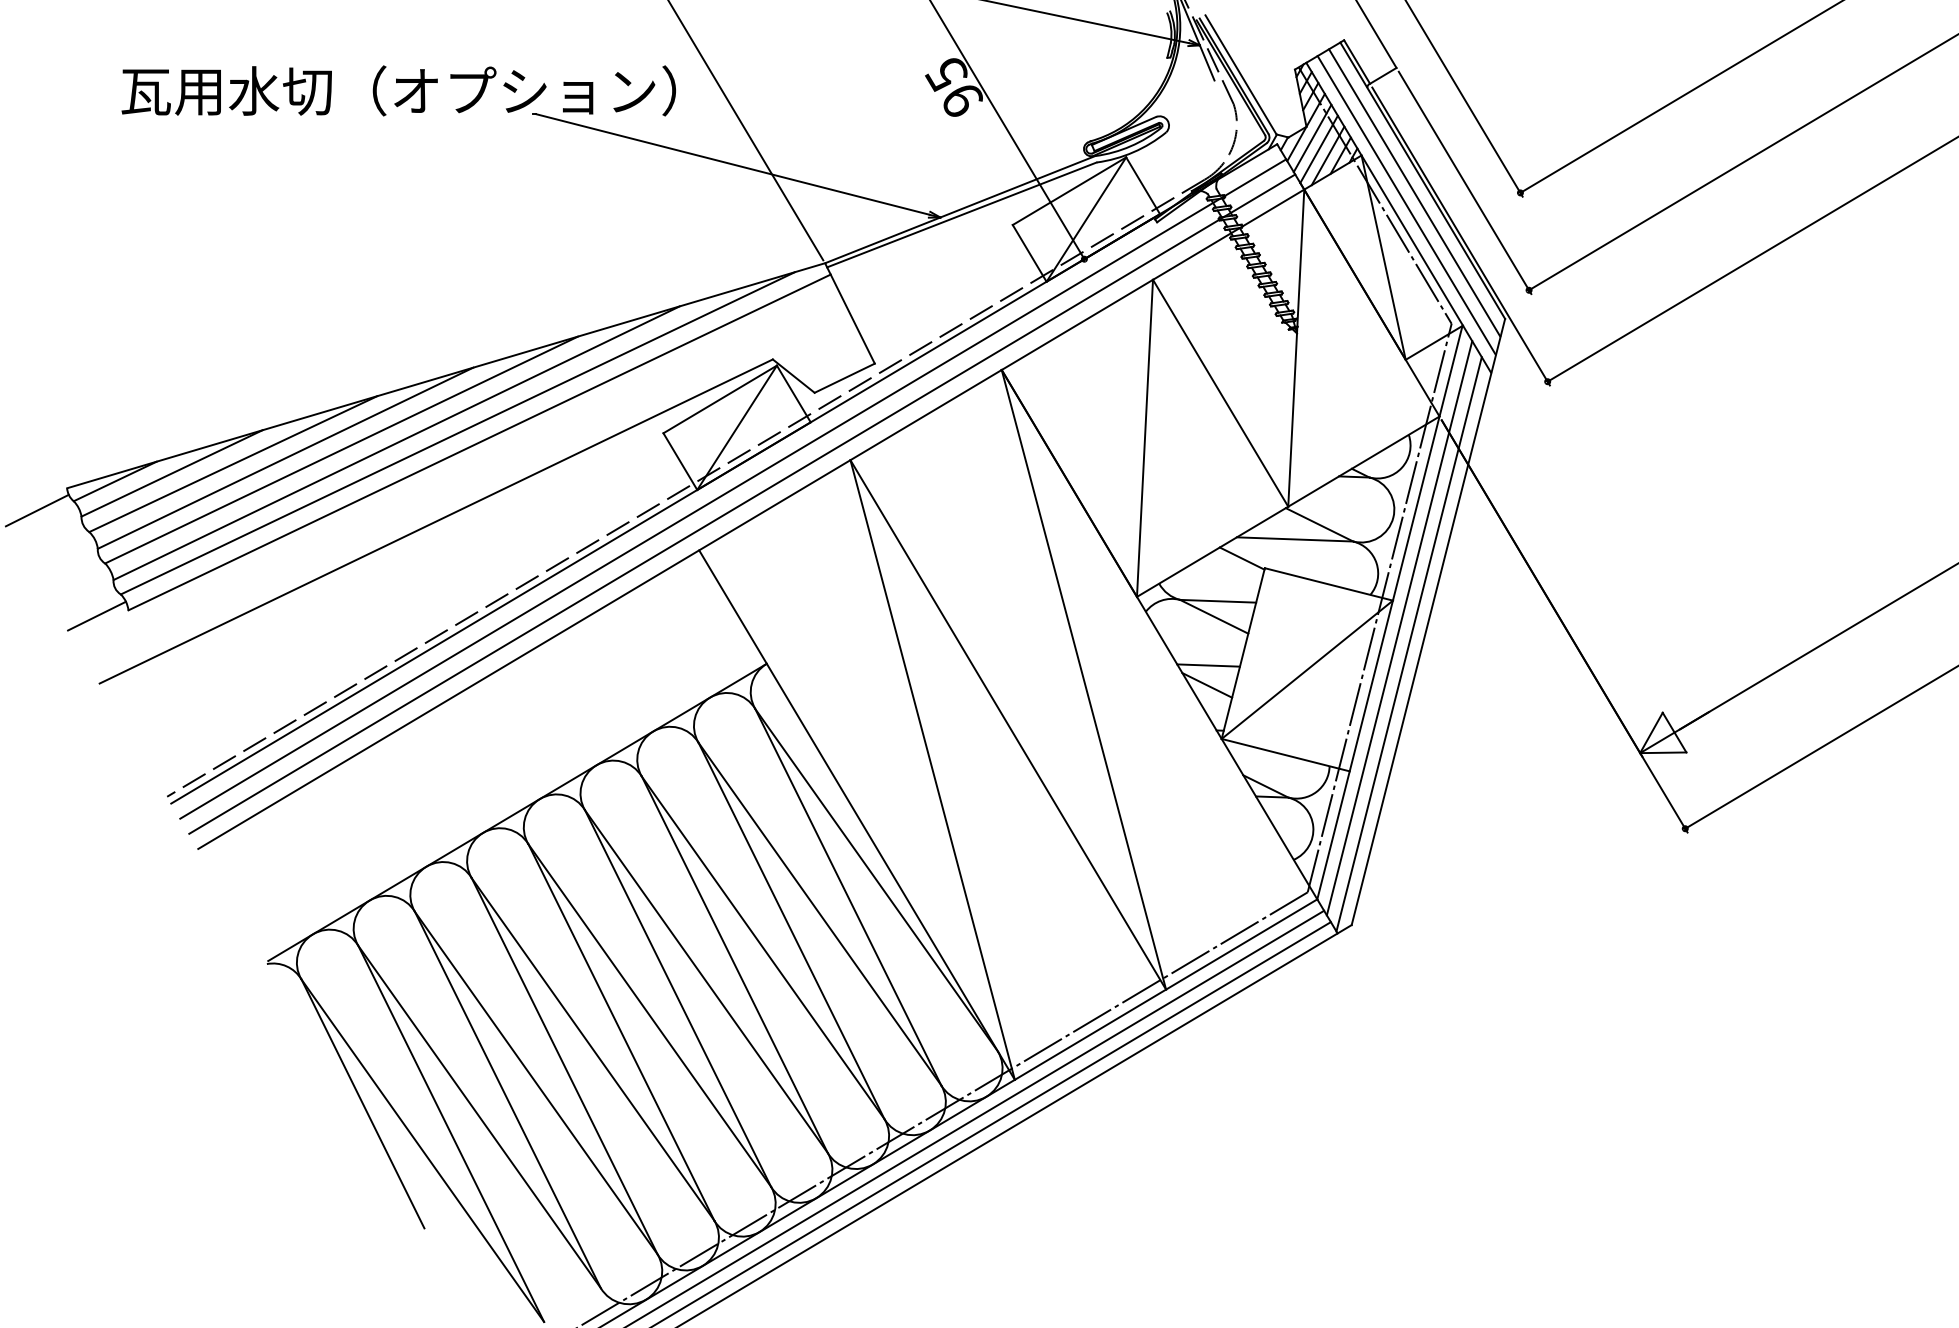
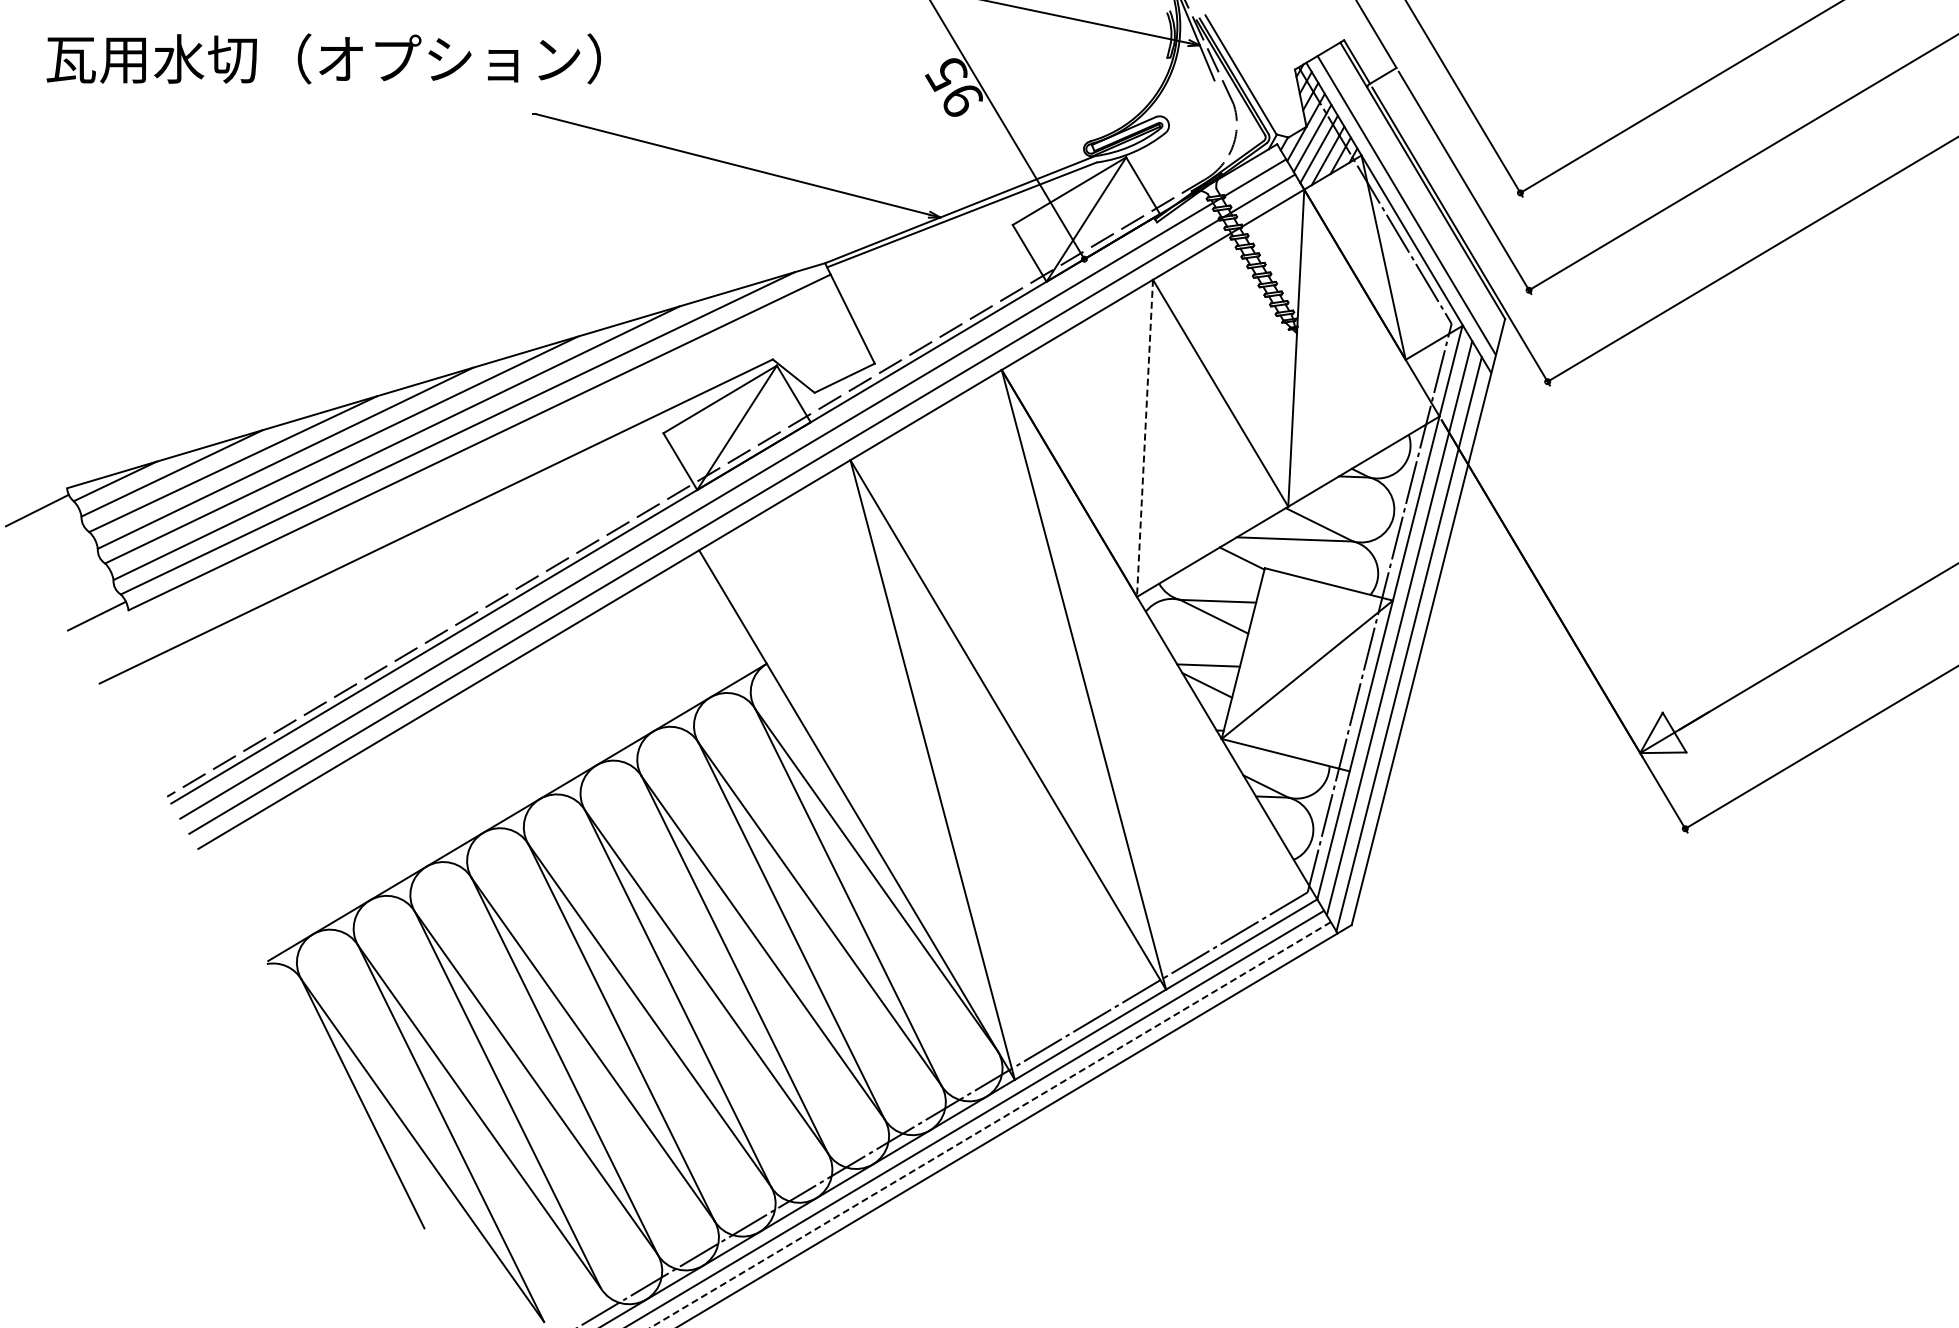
text at (398, 90) position: (398, 90) -> (323, 58)
line at (746, 131): present -> none
line at (1414, 192): present -> none
line at (1145, 438): solid -> dashed
line at (990, 1125): solid -> dashed
